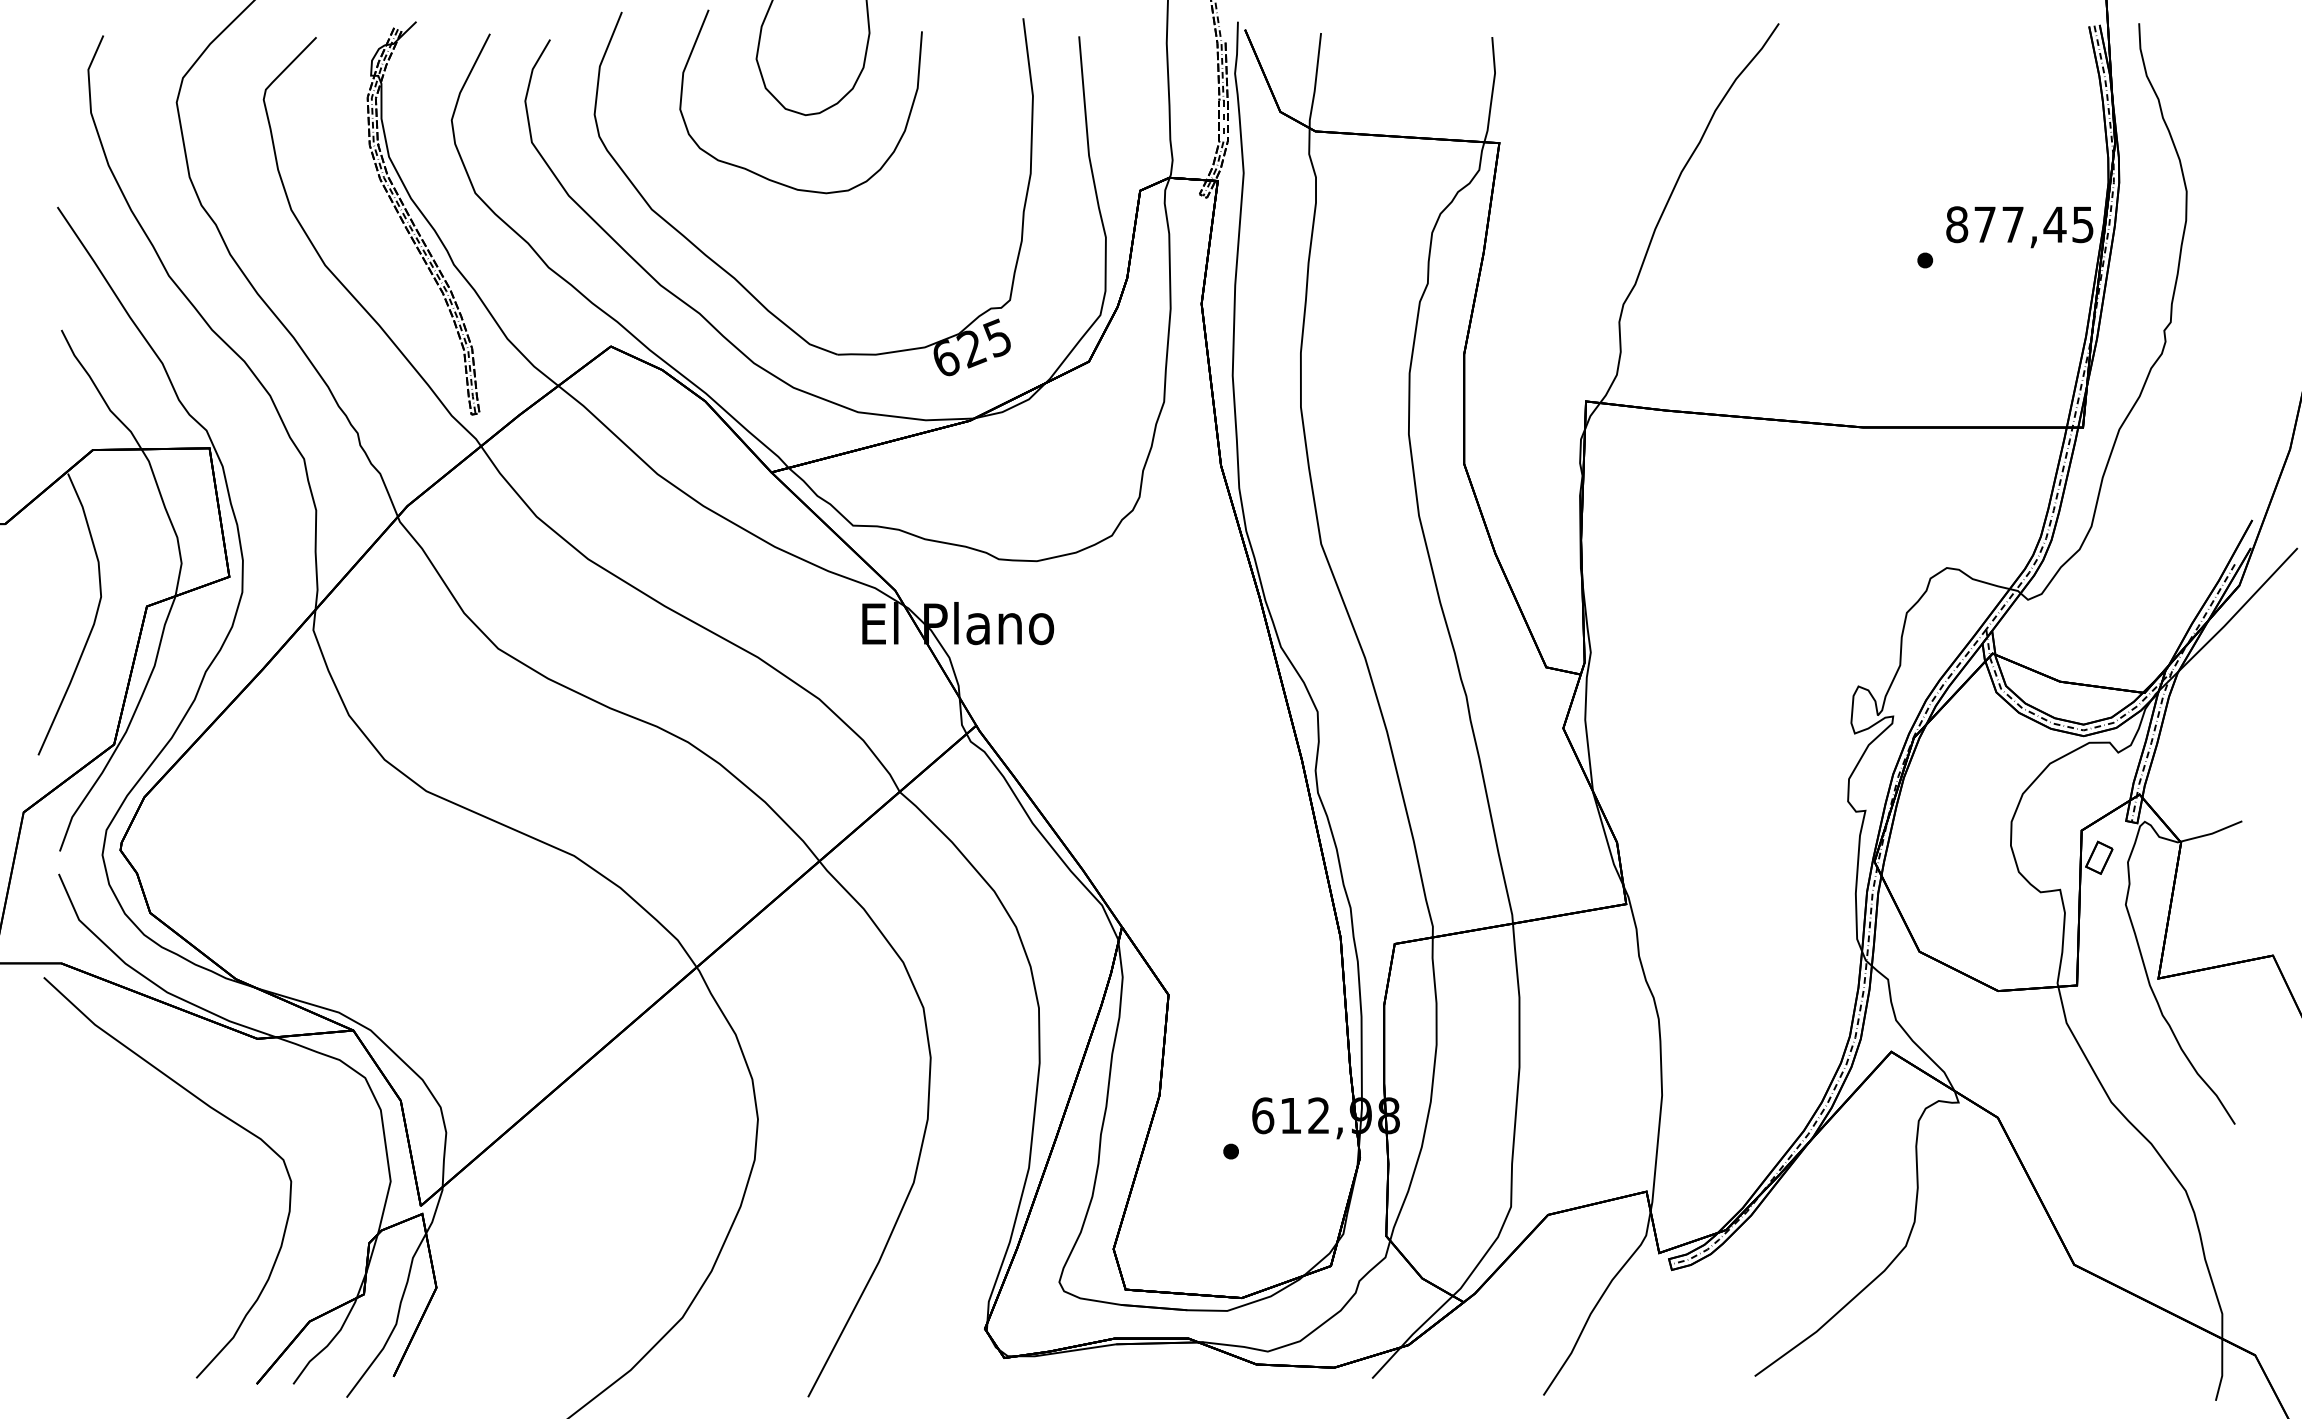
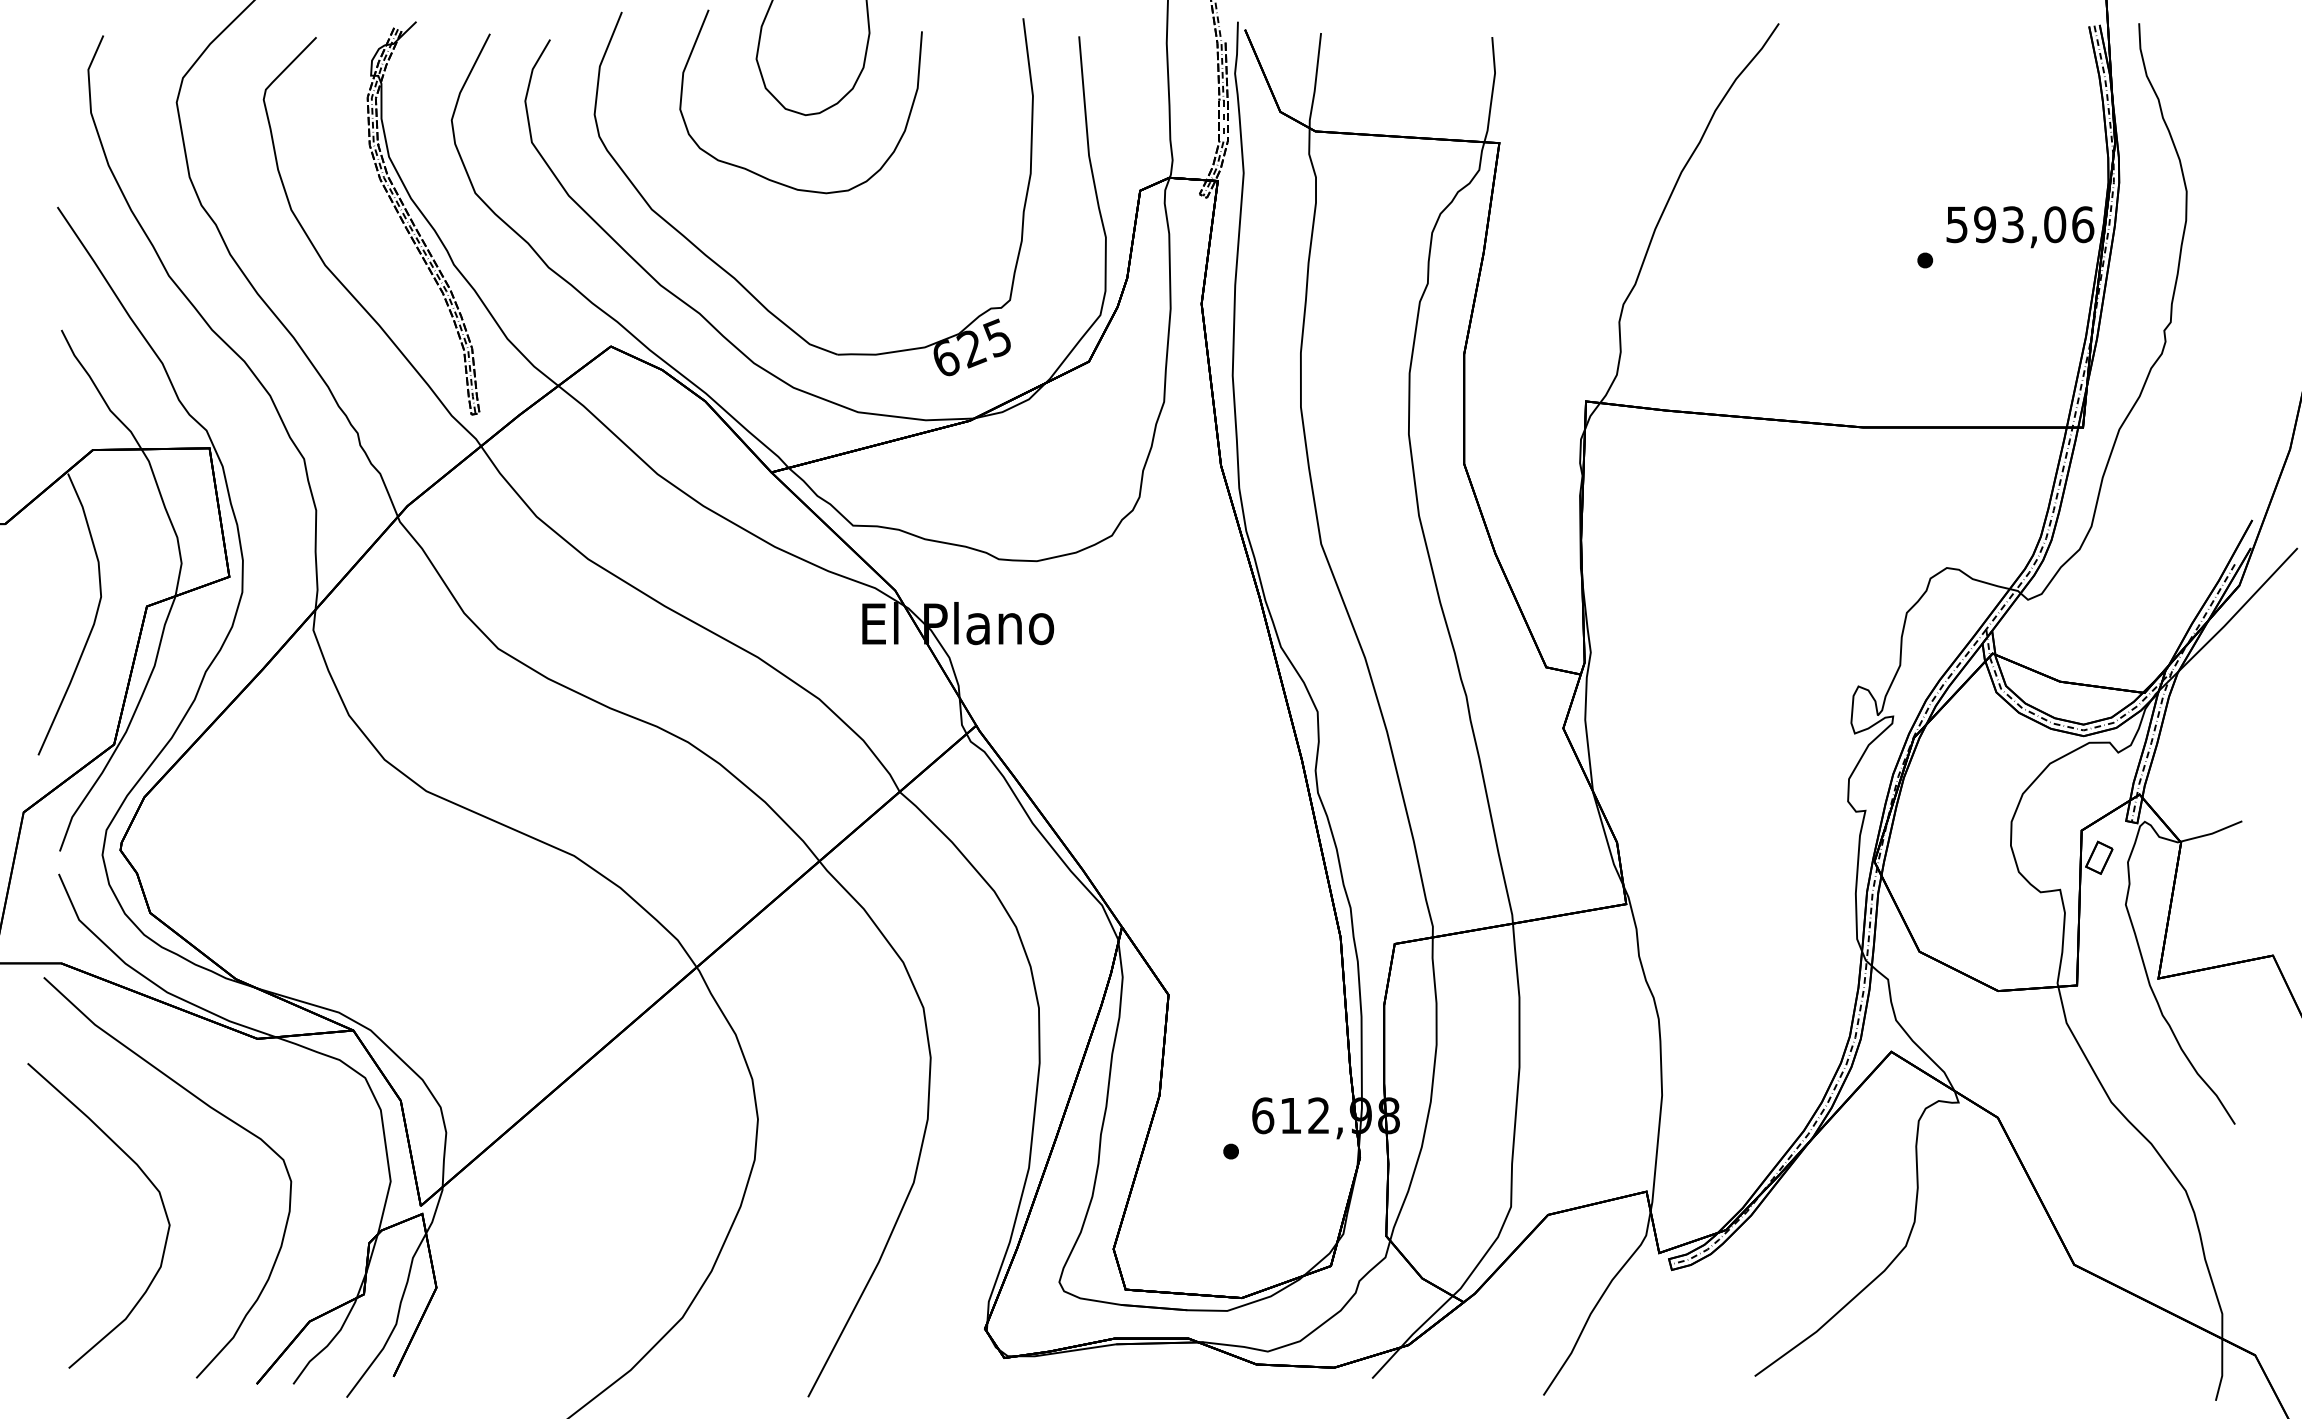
text at (2020, 224): 877,45 -> 593,06
curve at (143, 1174): none -> present
